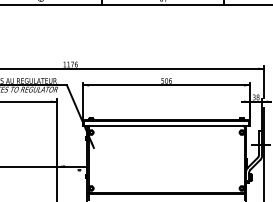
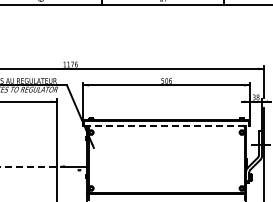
line at (166, 125): solid -> dashed
line at (30, 166): solid -> dashed
